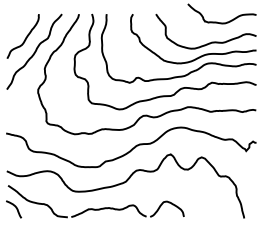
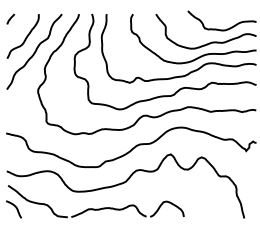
curve at (10, 18): none -> present
curve at (217, 21) position: (217, 21) -> (217, 28)
